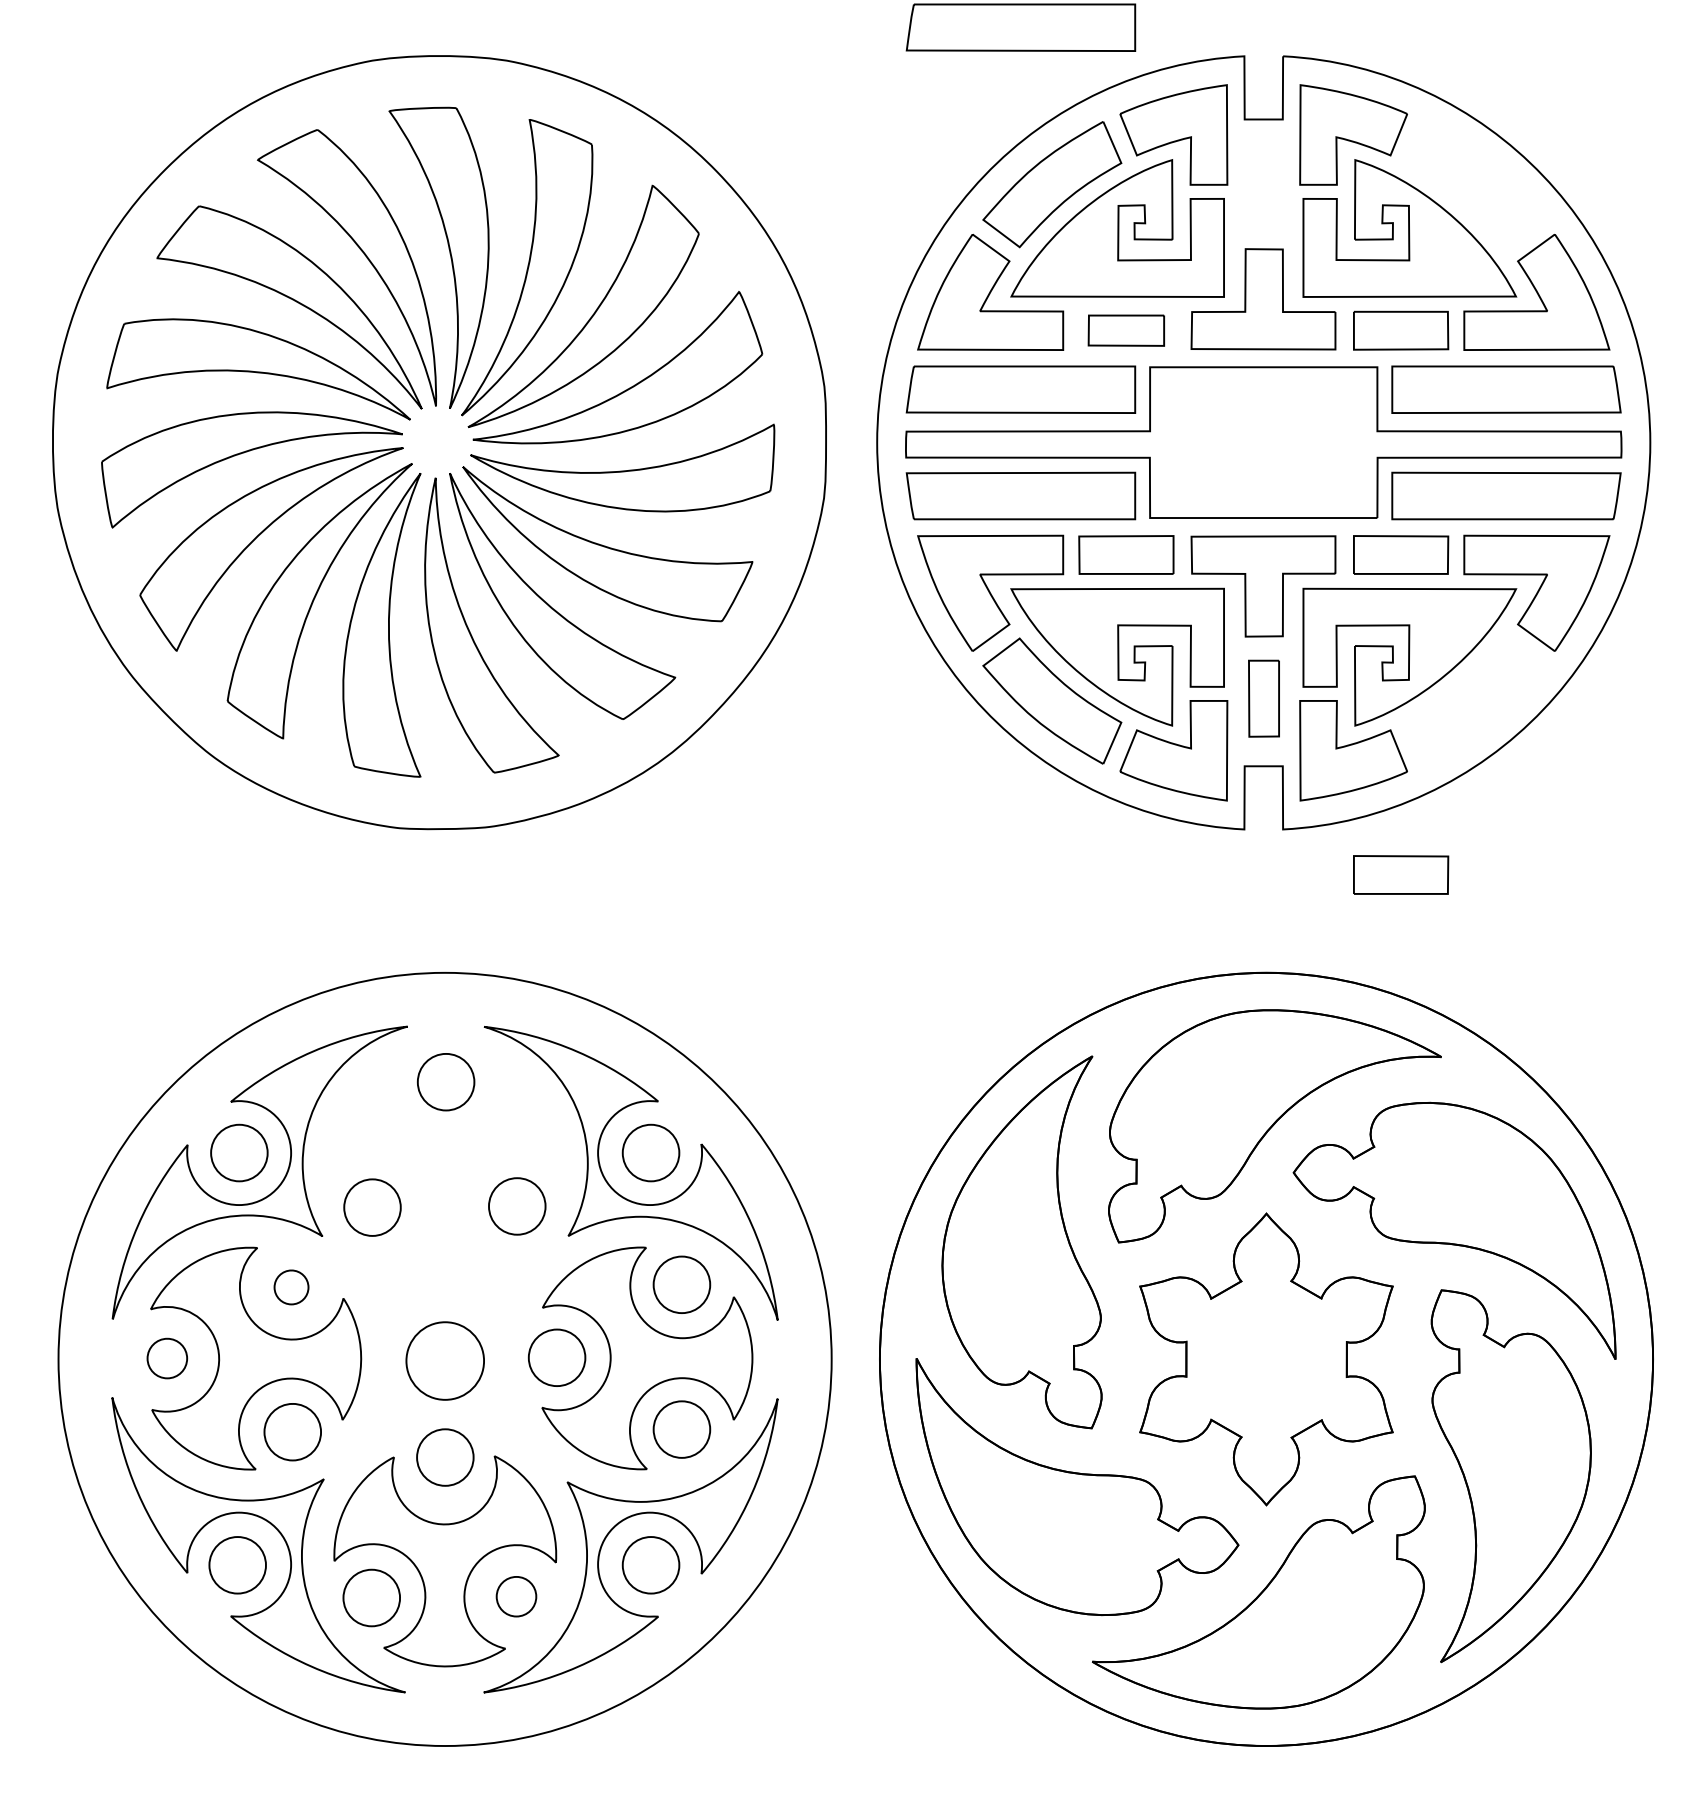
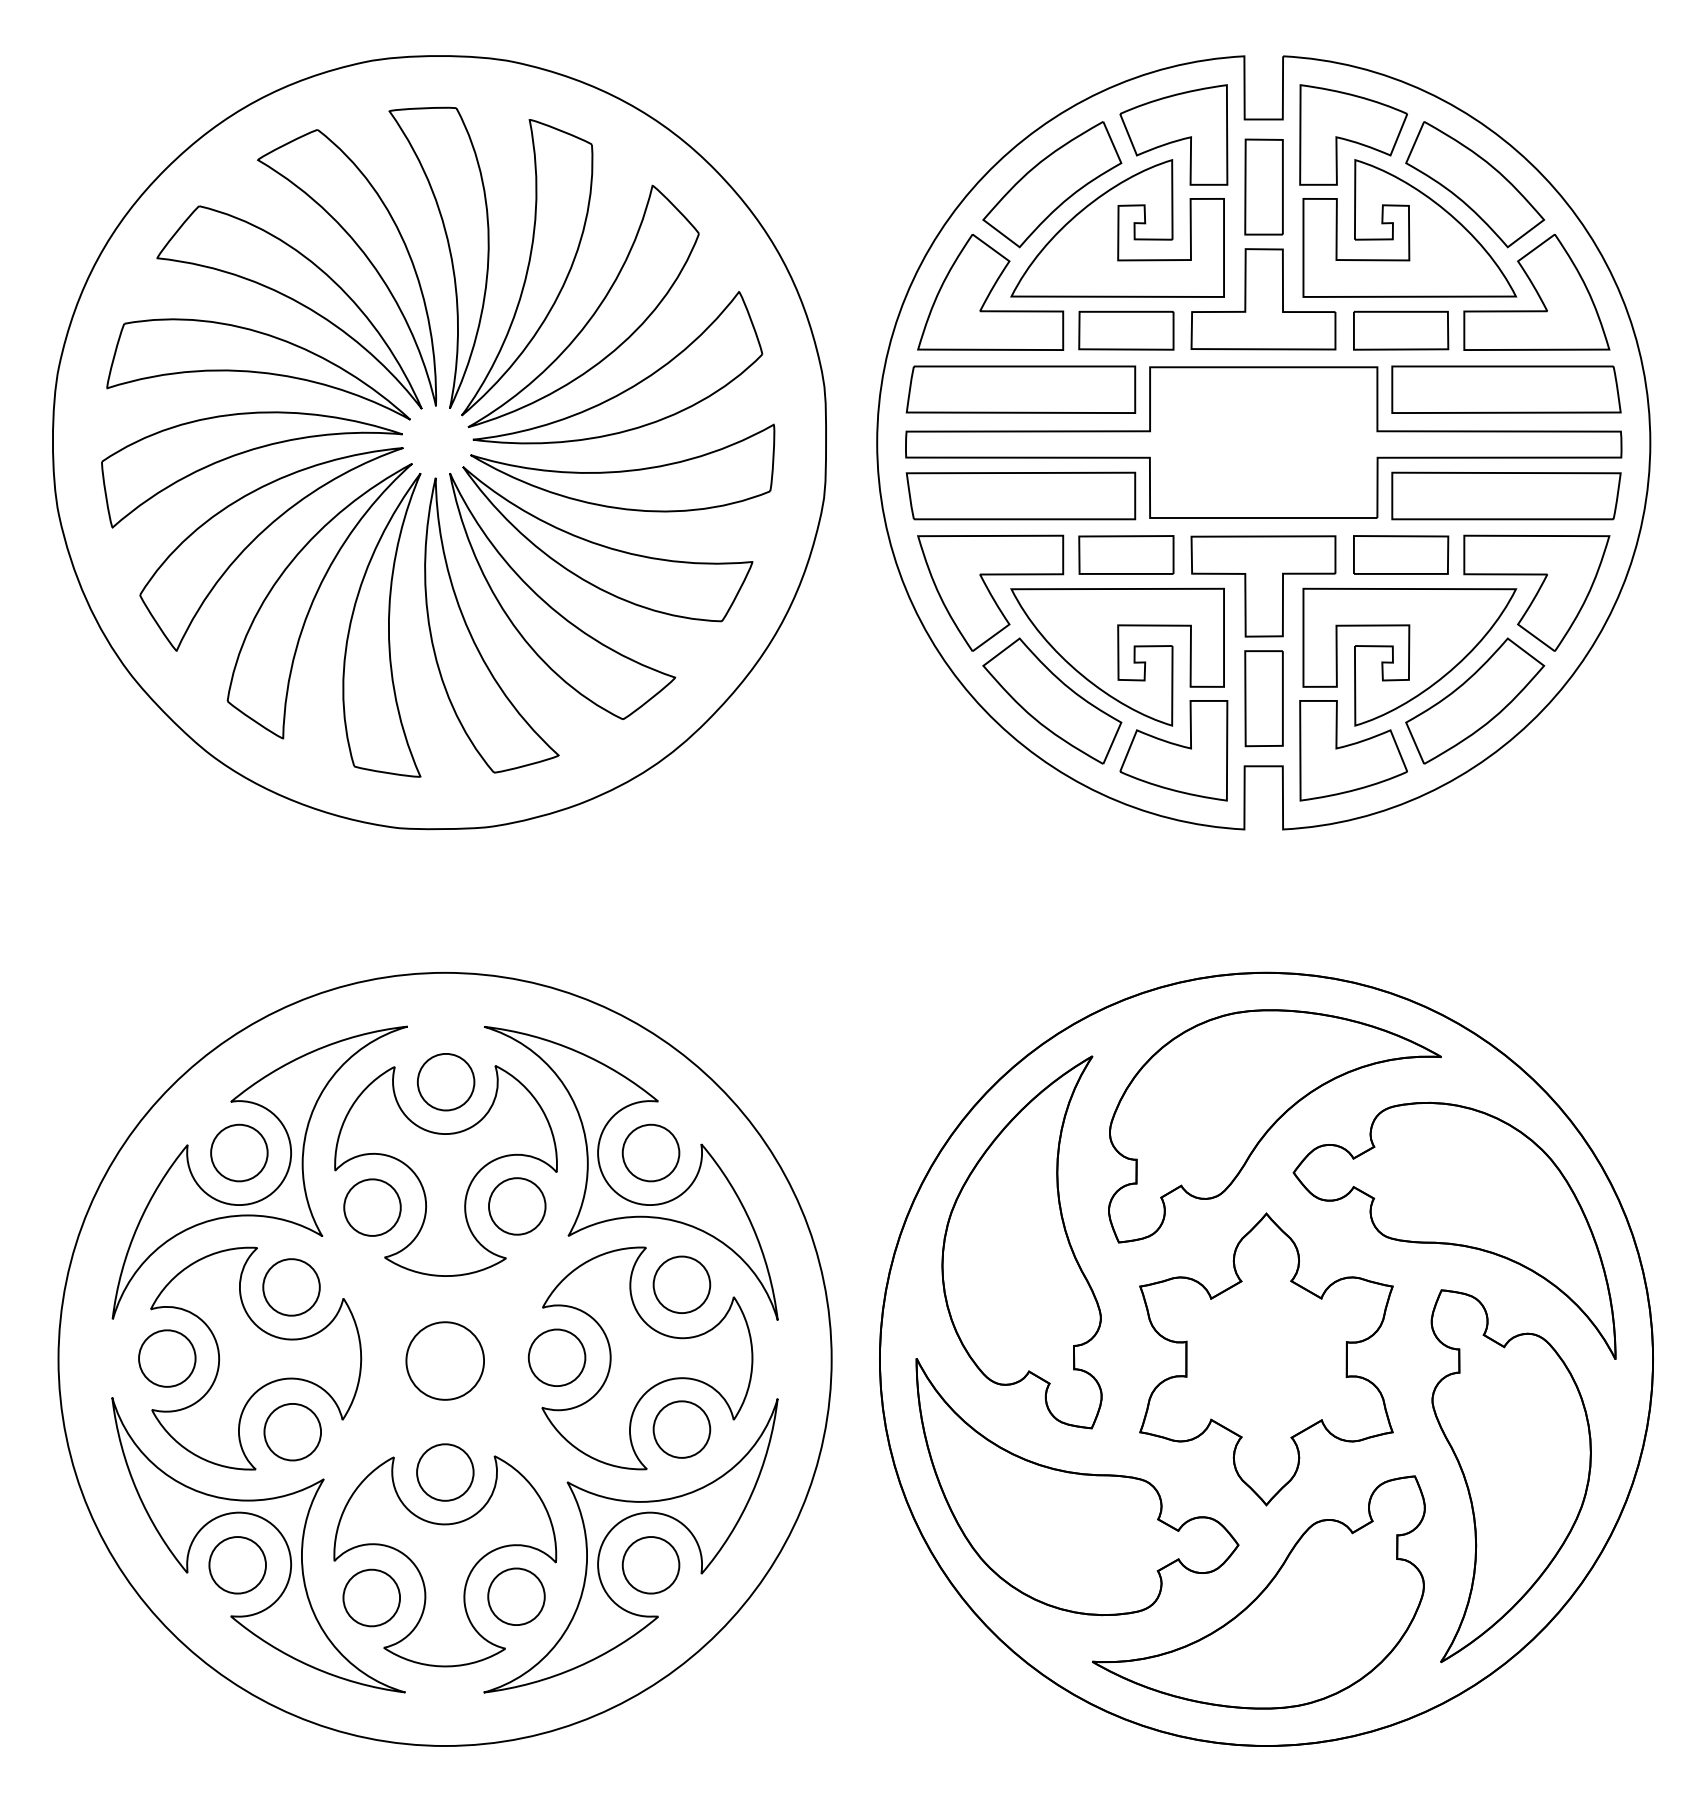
part at (1020, 27): present -> none
part at (1475, 184): none -> present
part at (1263, 186): none -> present
part at (1125, 330) size: 78x33 px -> 97x41 px
part at (1263, 698) size: 32x79 px -> 40x98 px
part at (1475, 700): none -> present
part at (1401, 874): present -> none
part at (445, 1170): none -> present
part at (291, 1287) size: 37x37 px -> 59x59 px
part at (167, 1358) size: 43x43 px -> 59x59 px
part at (445, 1457) position: (445, 1457) -> (445, 1472)
part at (516, 1596) size: 43x42 px -> 59x59 px
